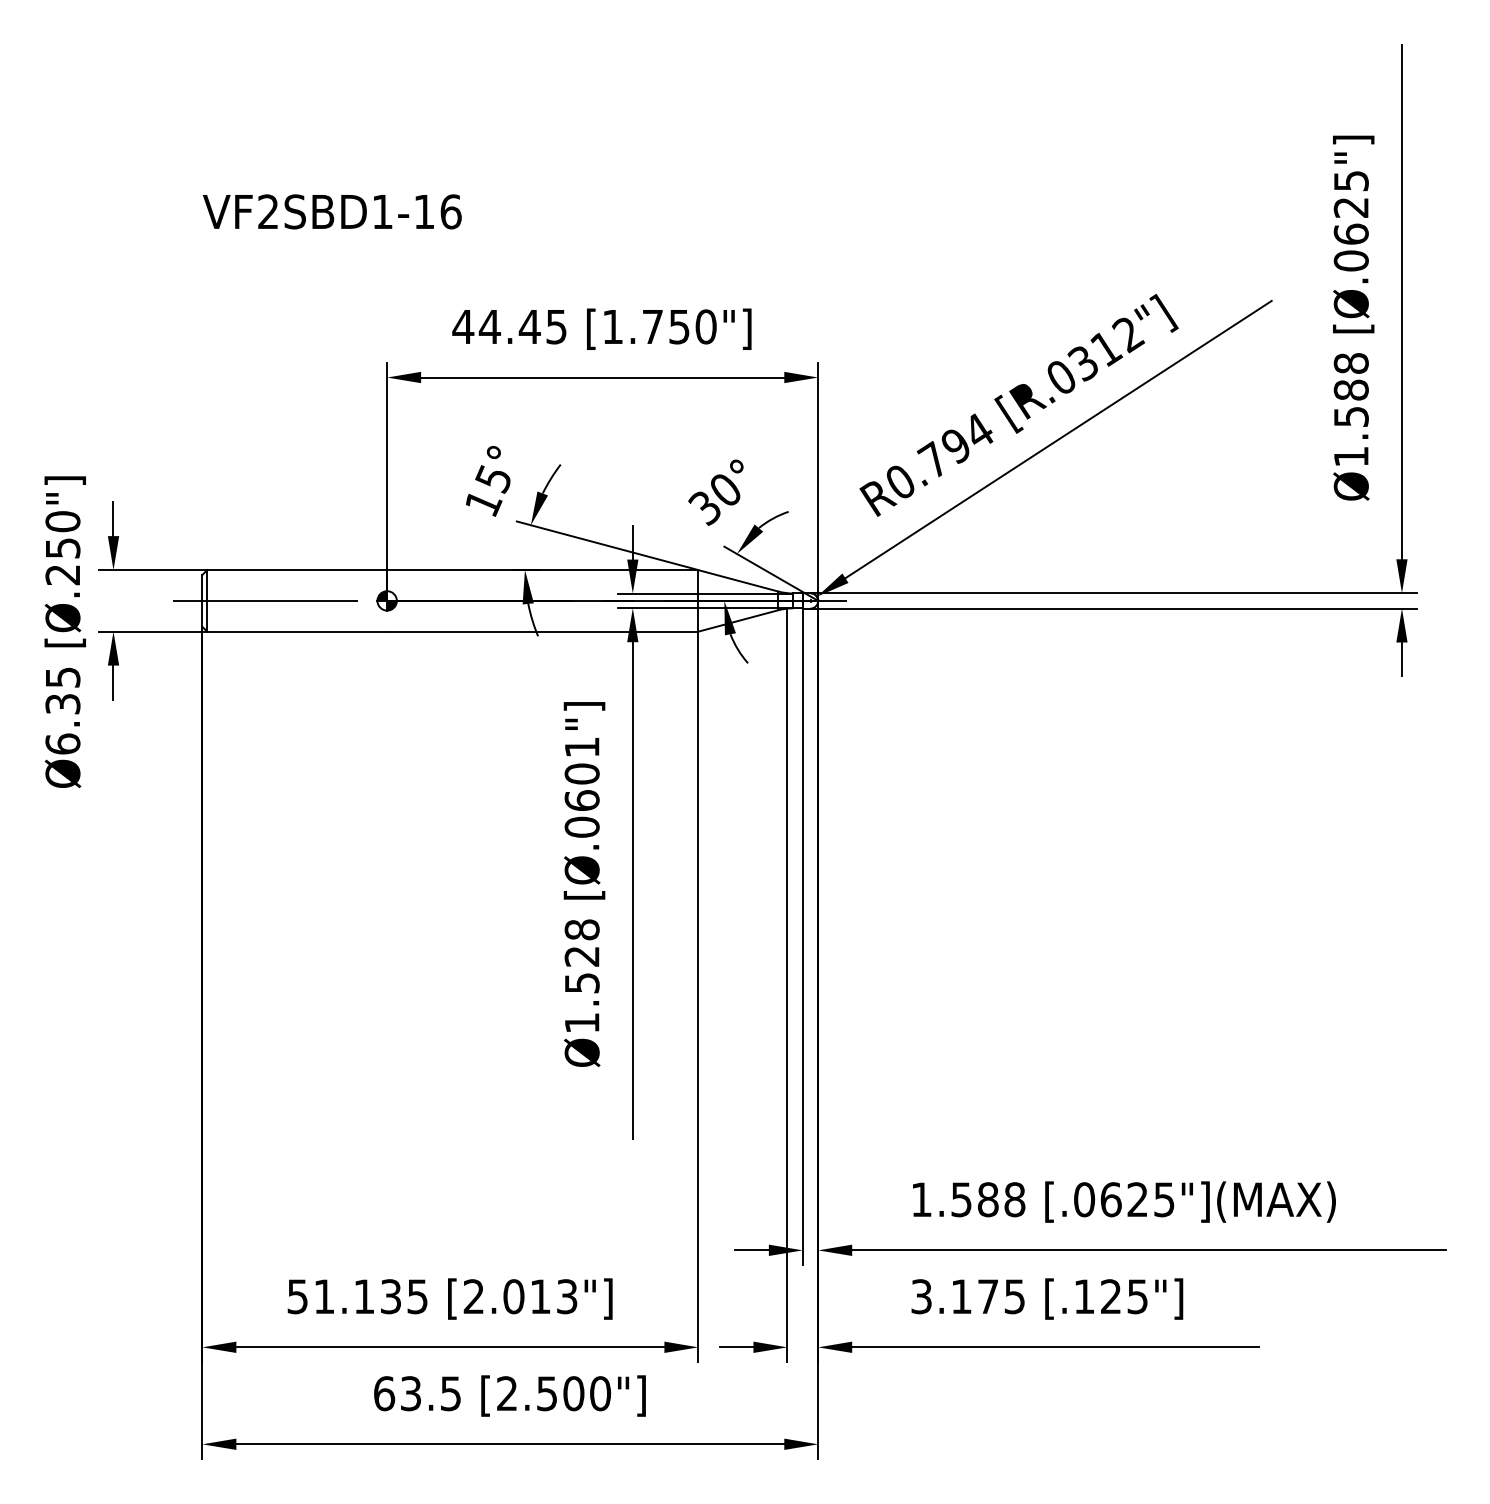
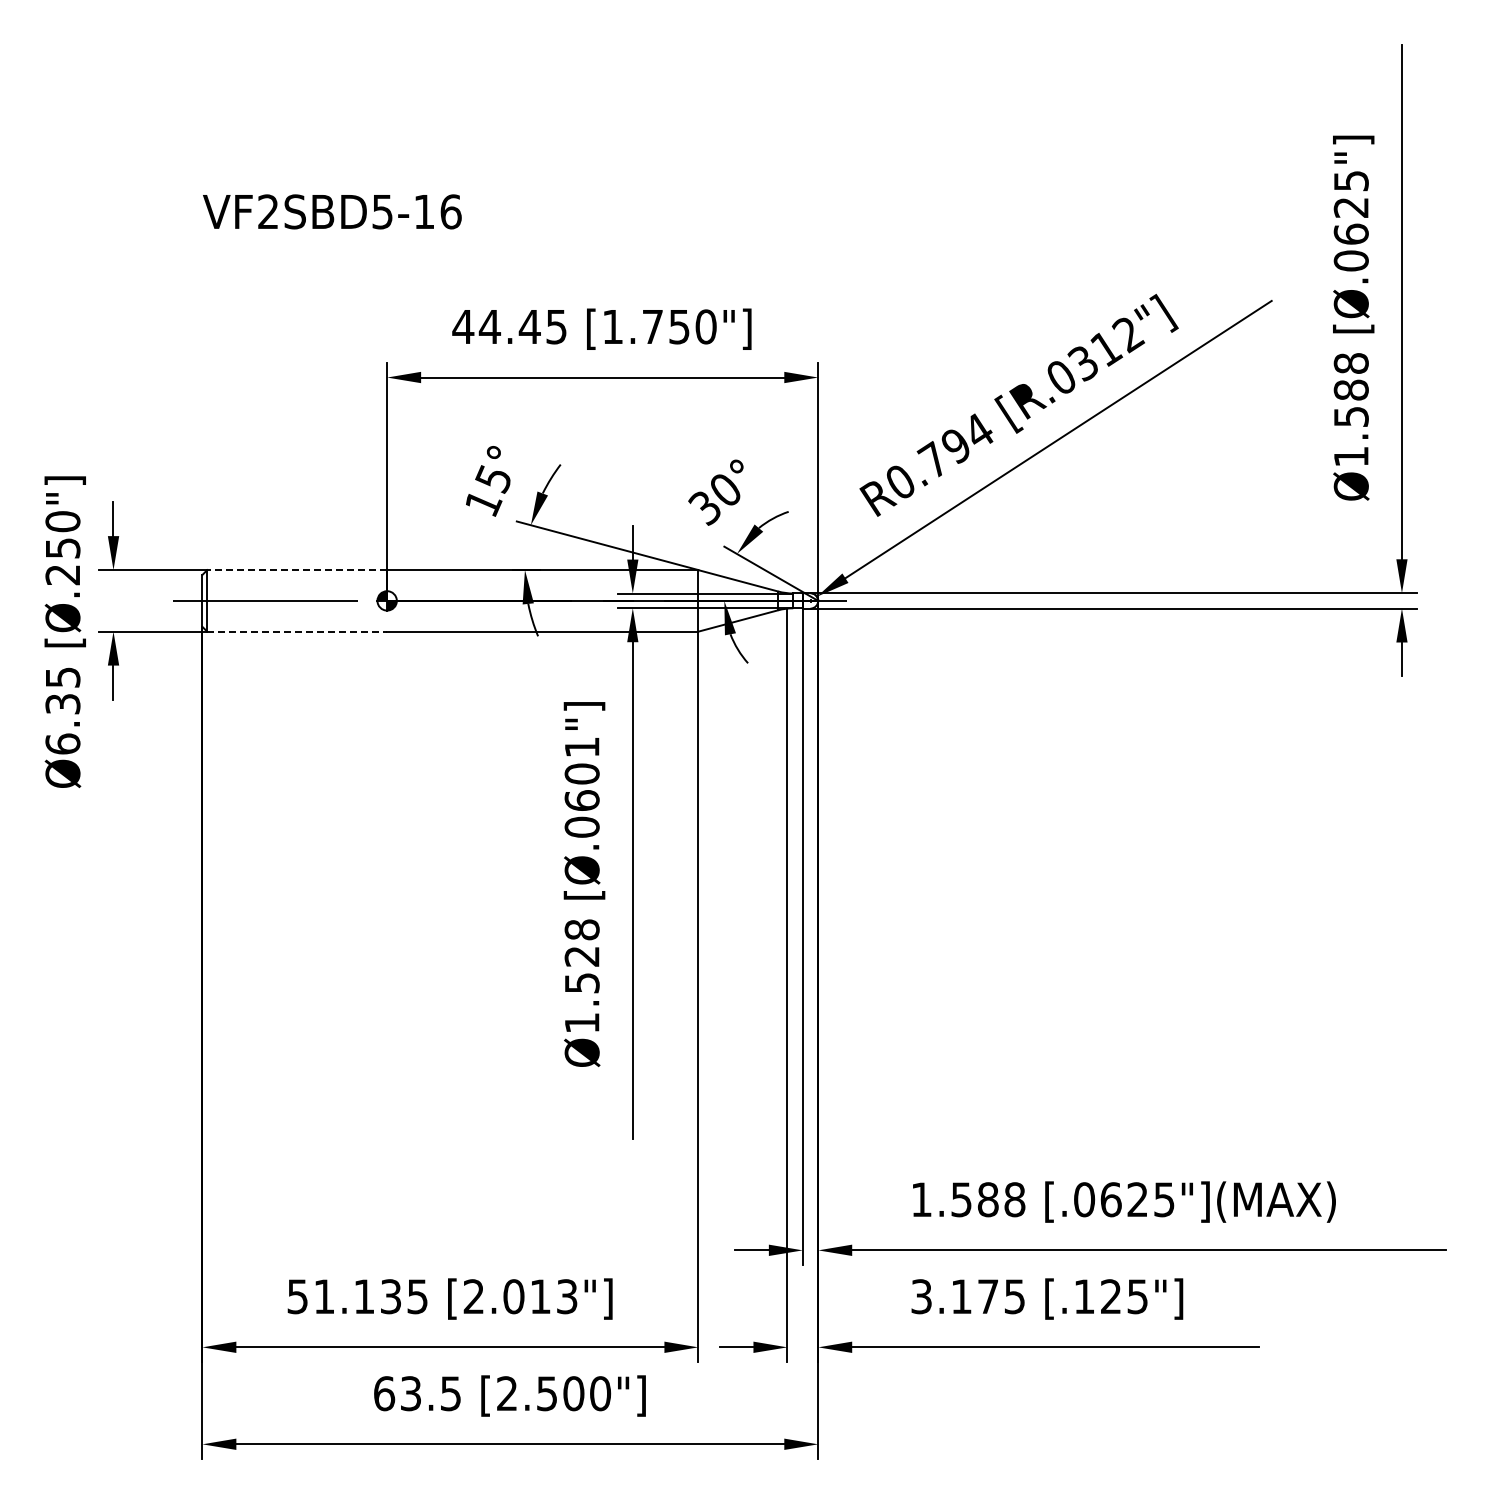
text at (382, 212): VF2SBD1-16 -> VF2SBD5-16
line at (297, 570): solid -> dashed
line at (297, 631): solid -> dashed
